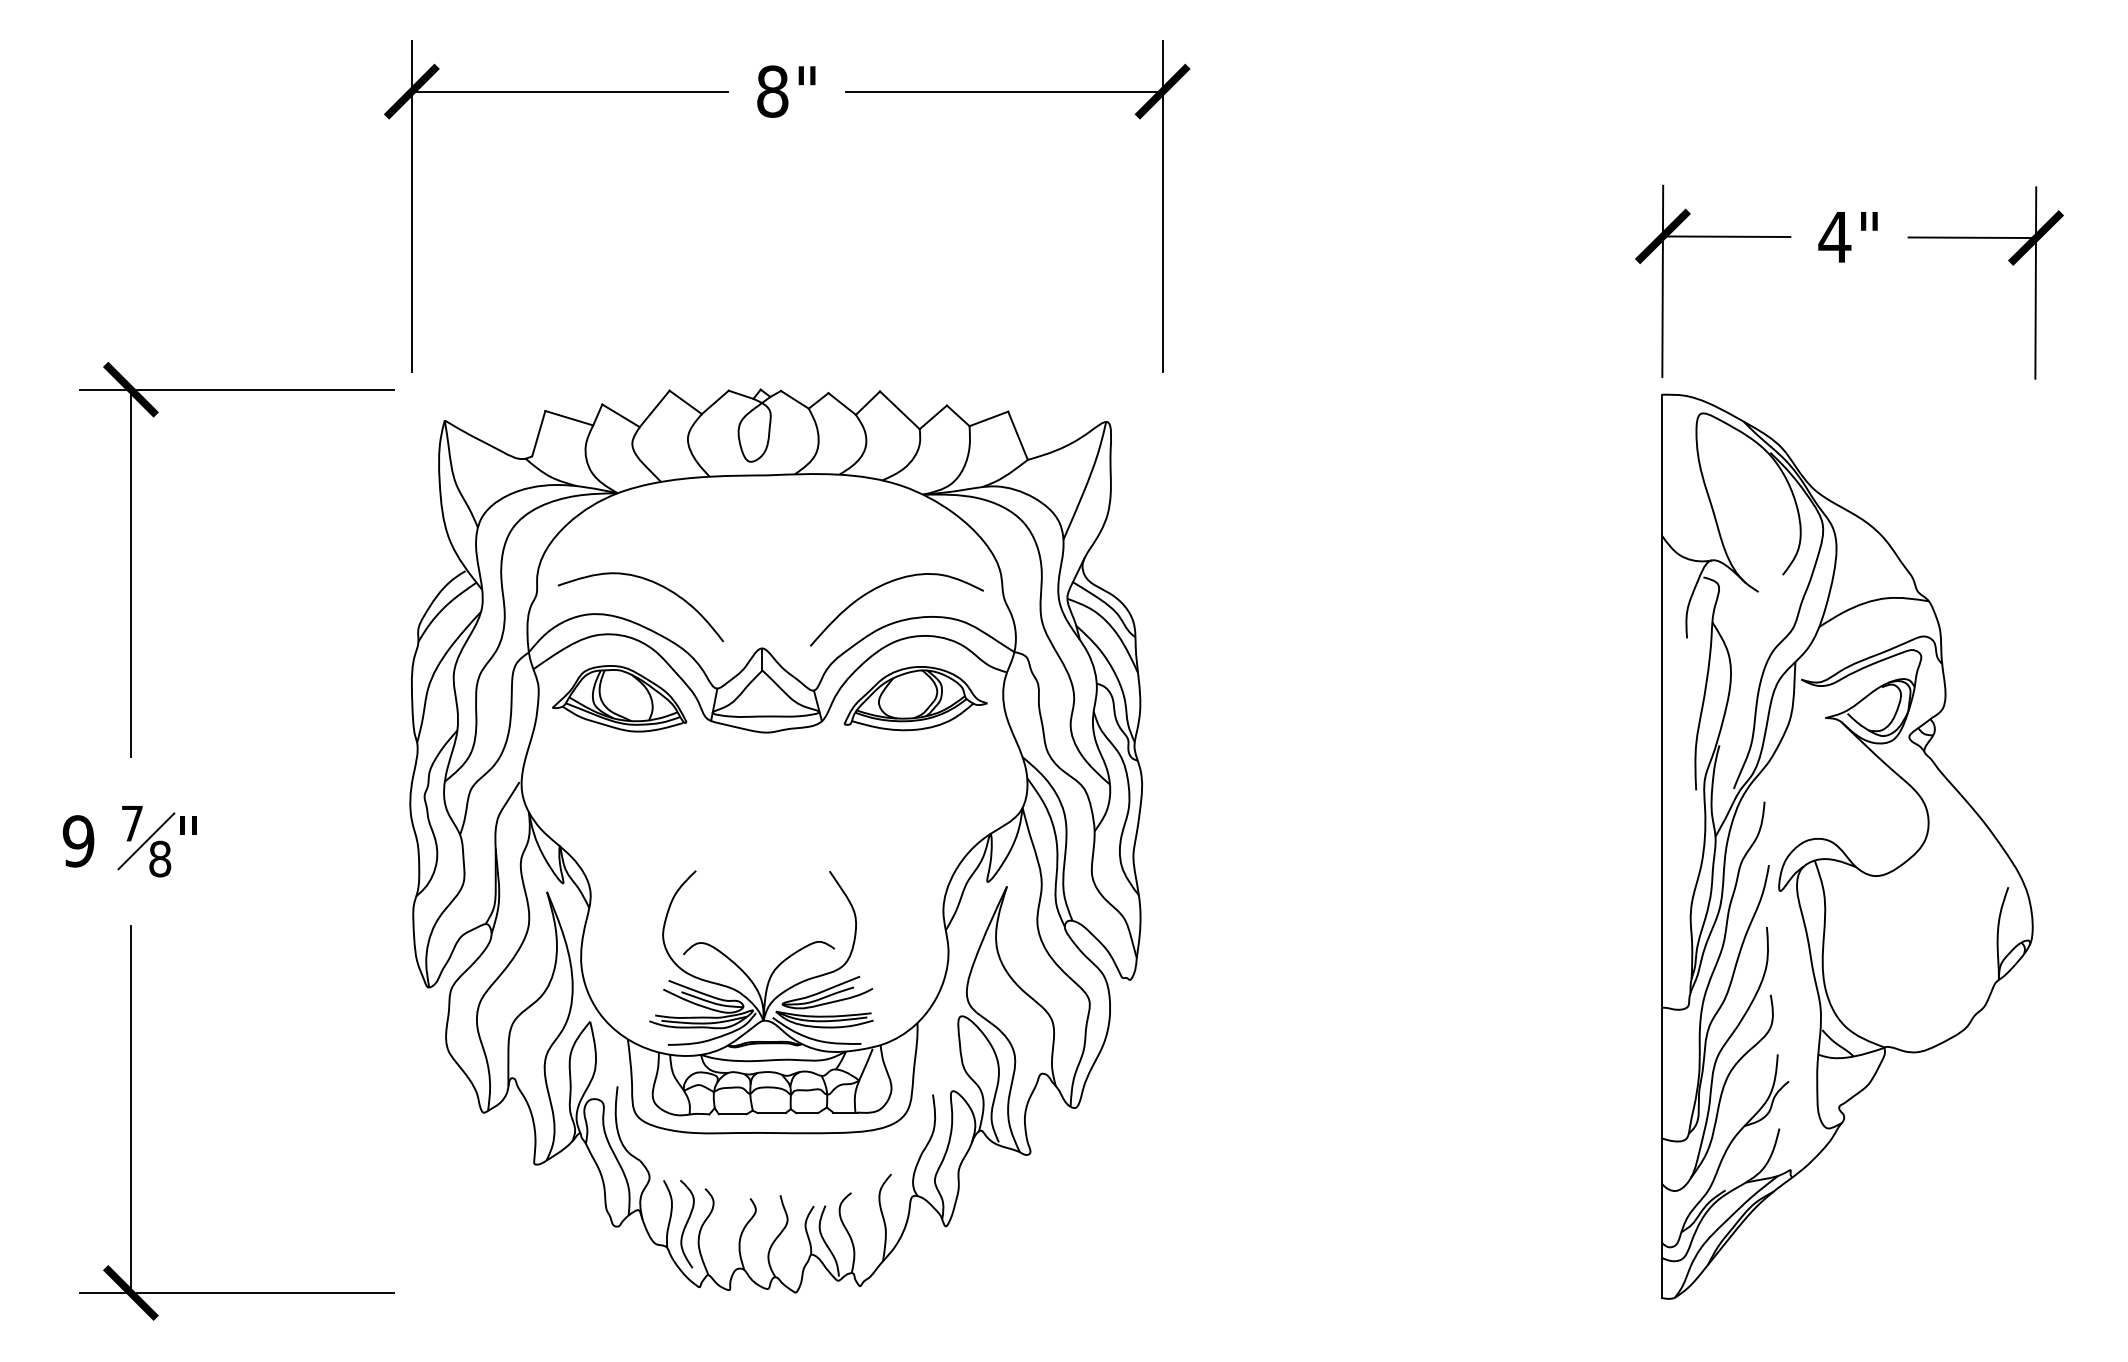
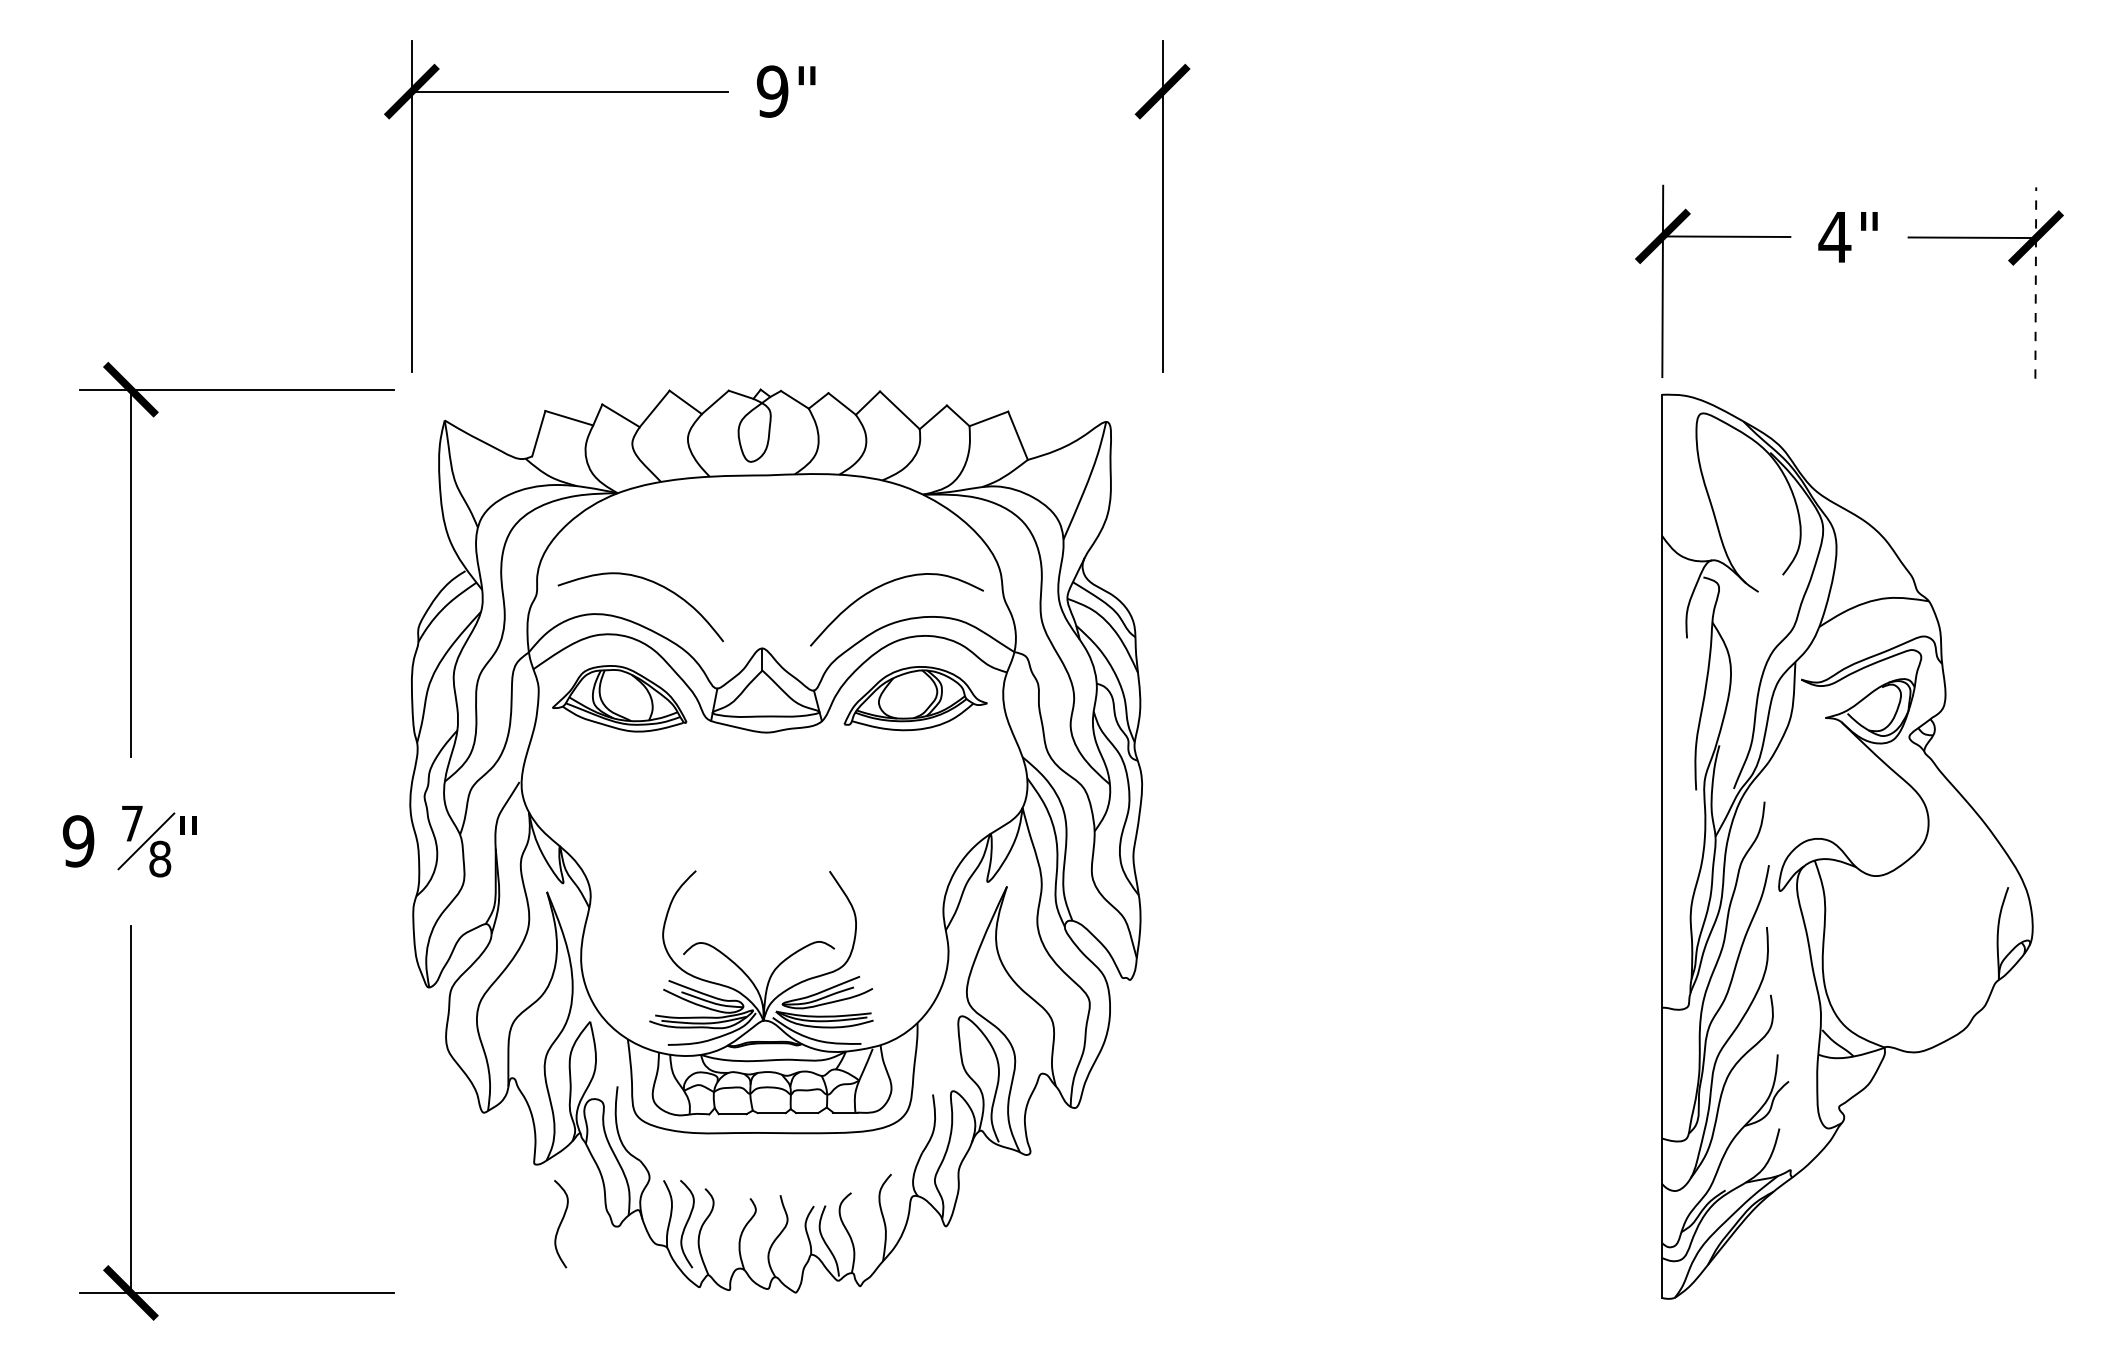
text at (772, 91): 8" -> 9"
line at (1004, 91): present -> none
line at (2035, 283): solid -> dashed
curve at (561, 1224): none -> present
